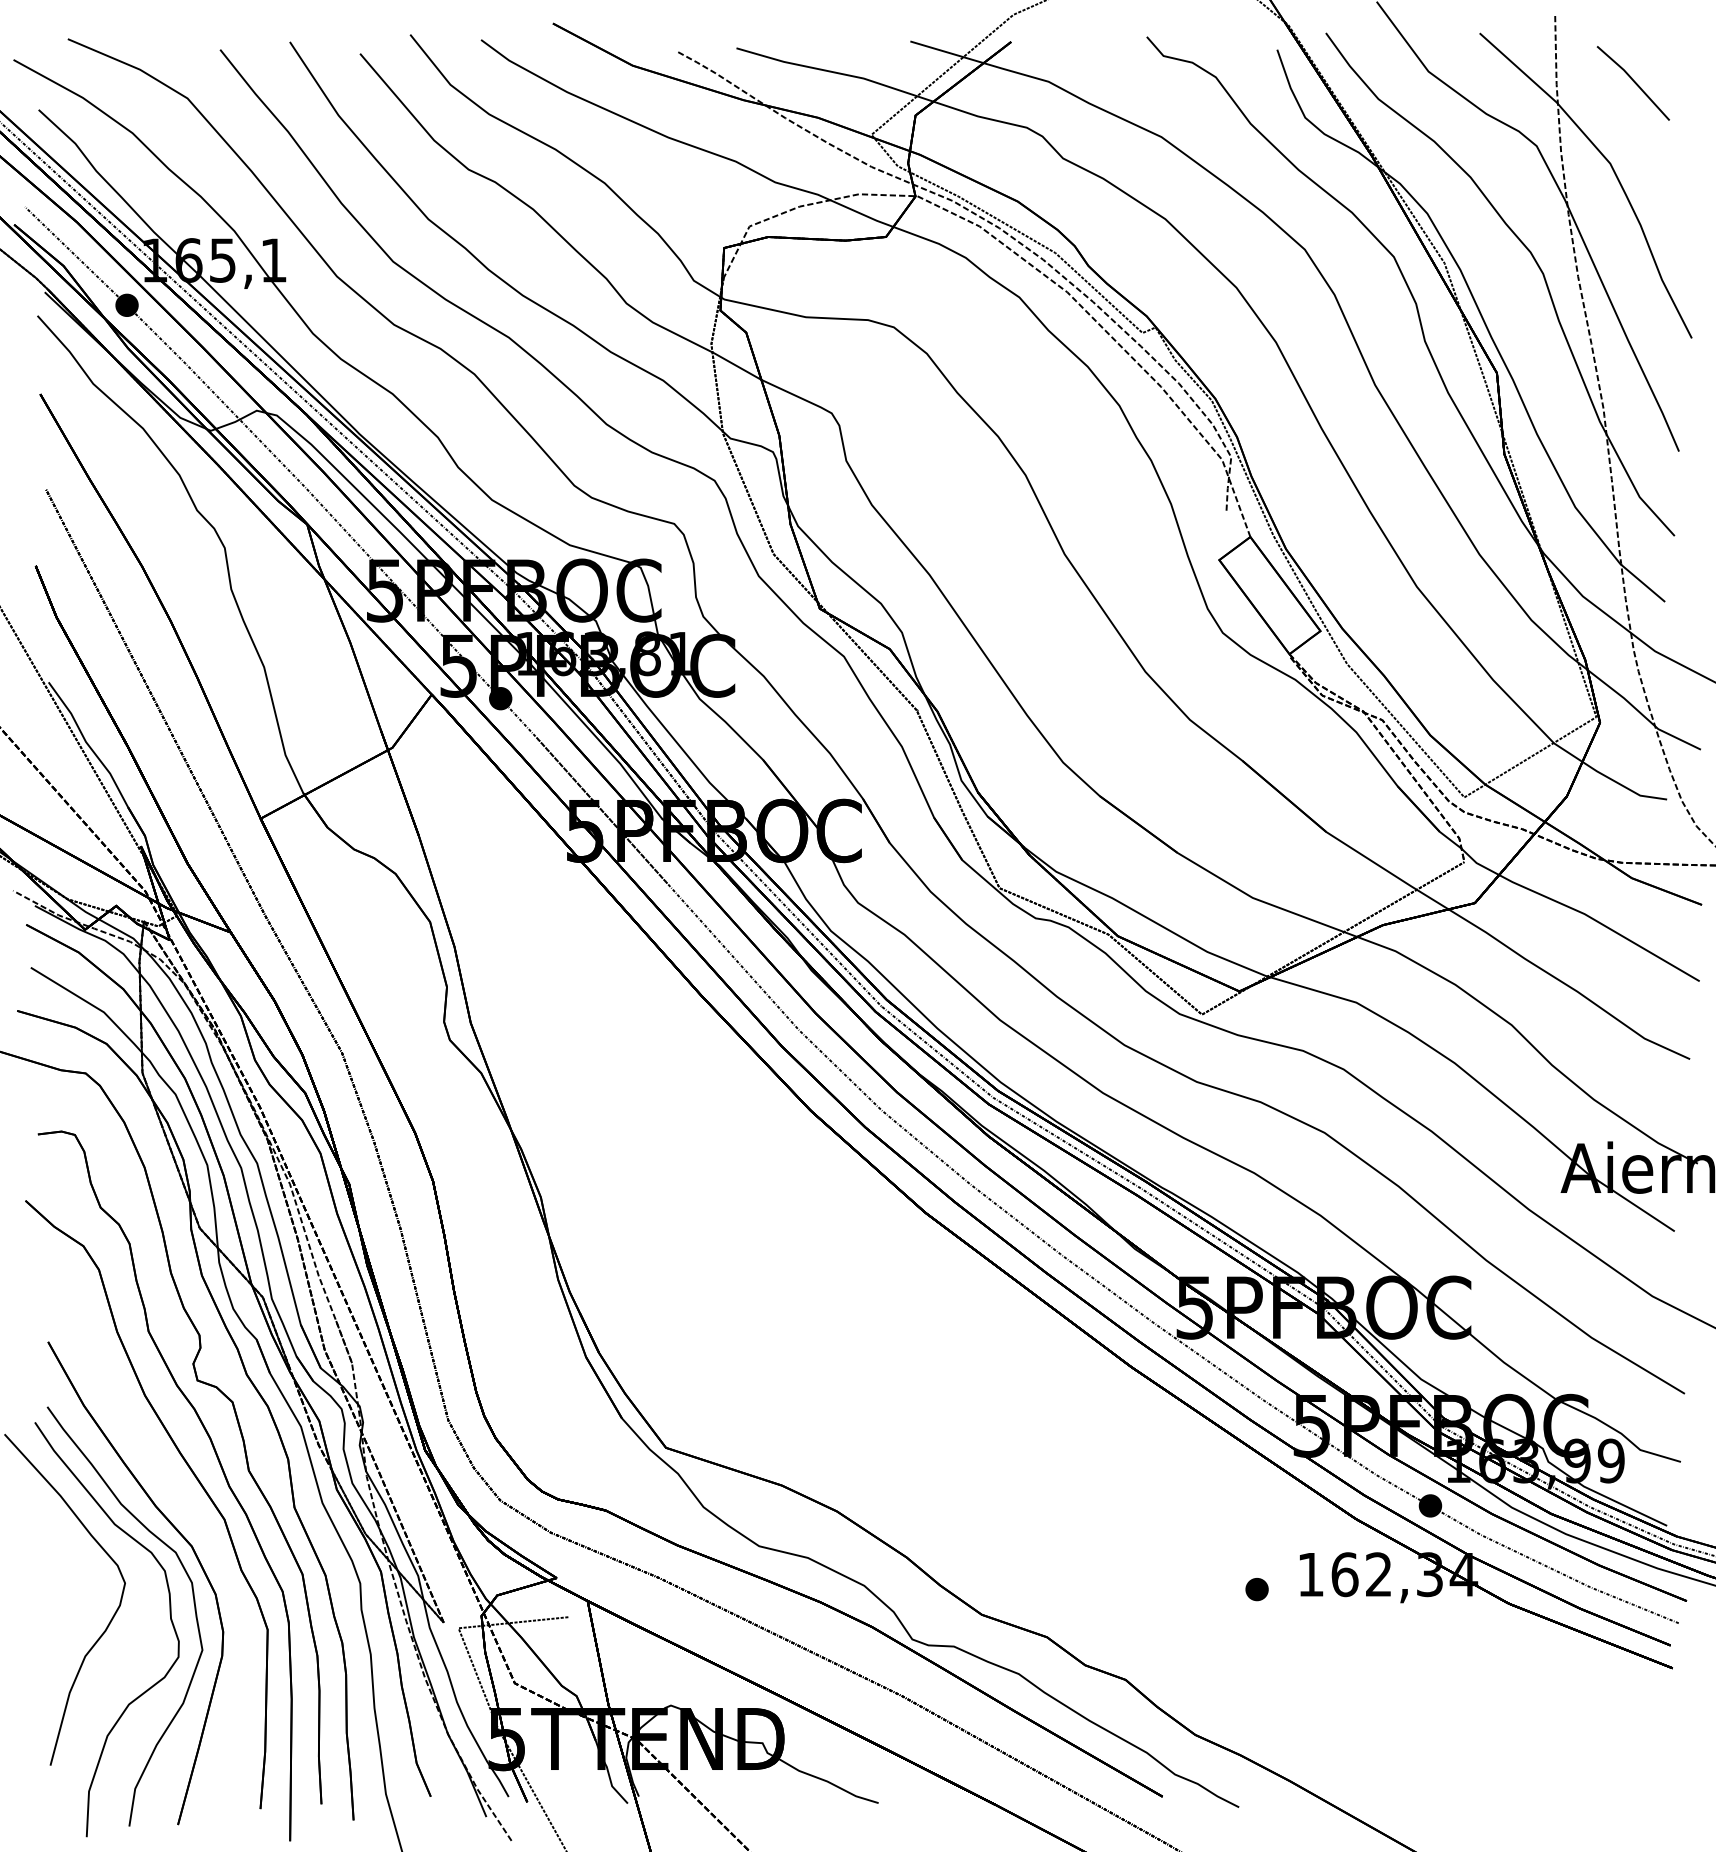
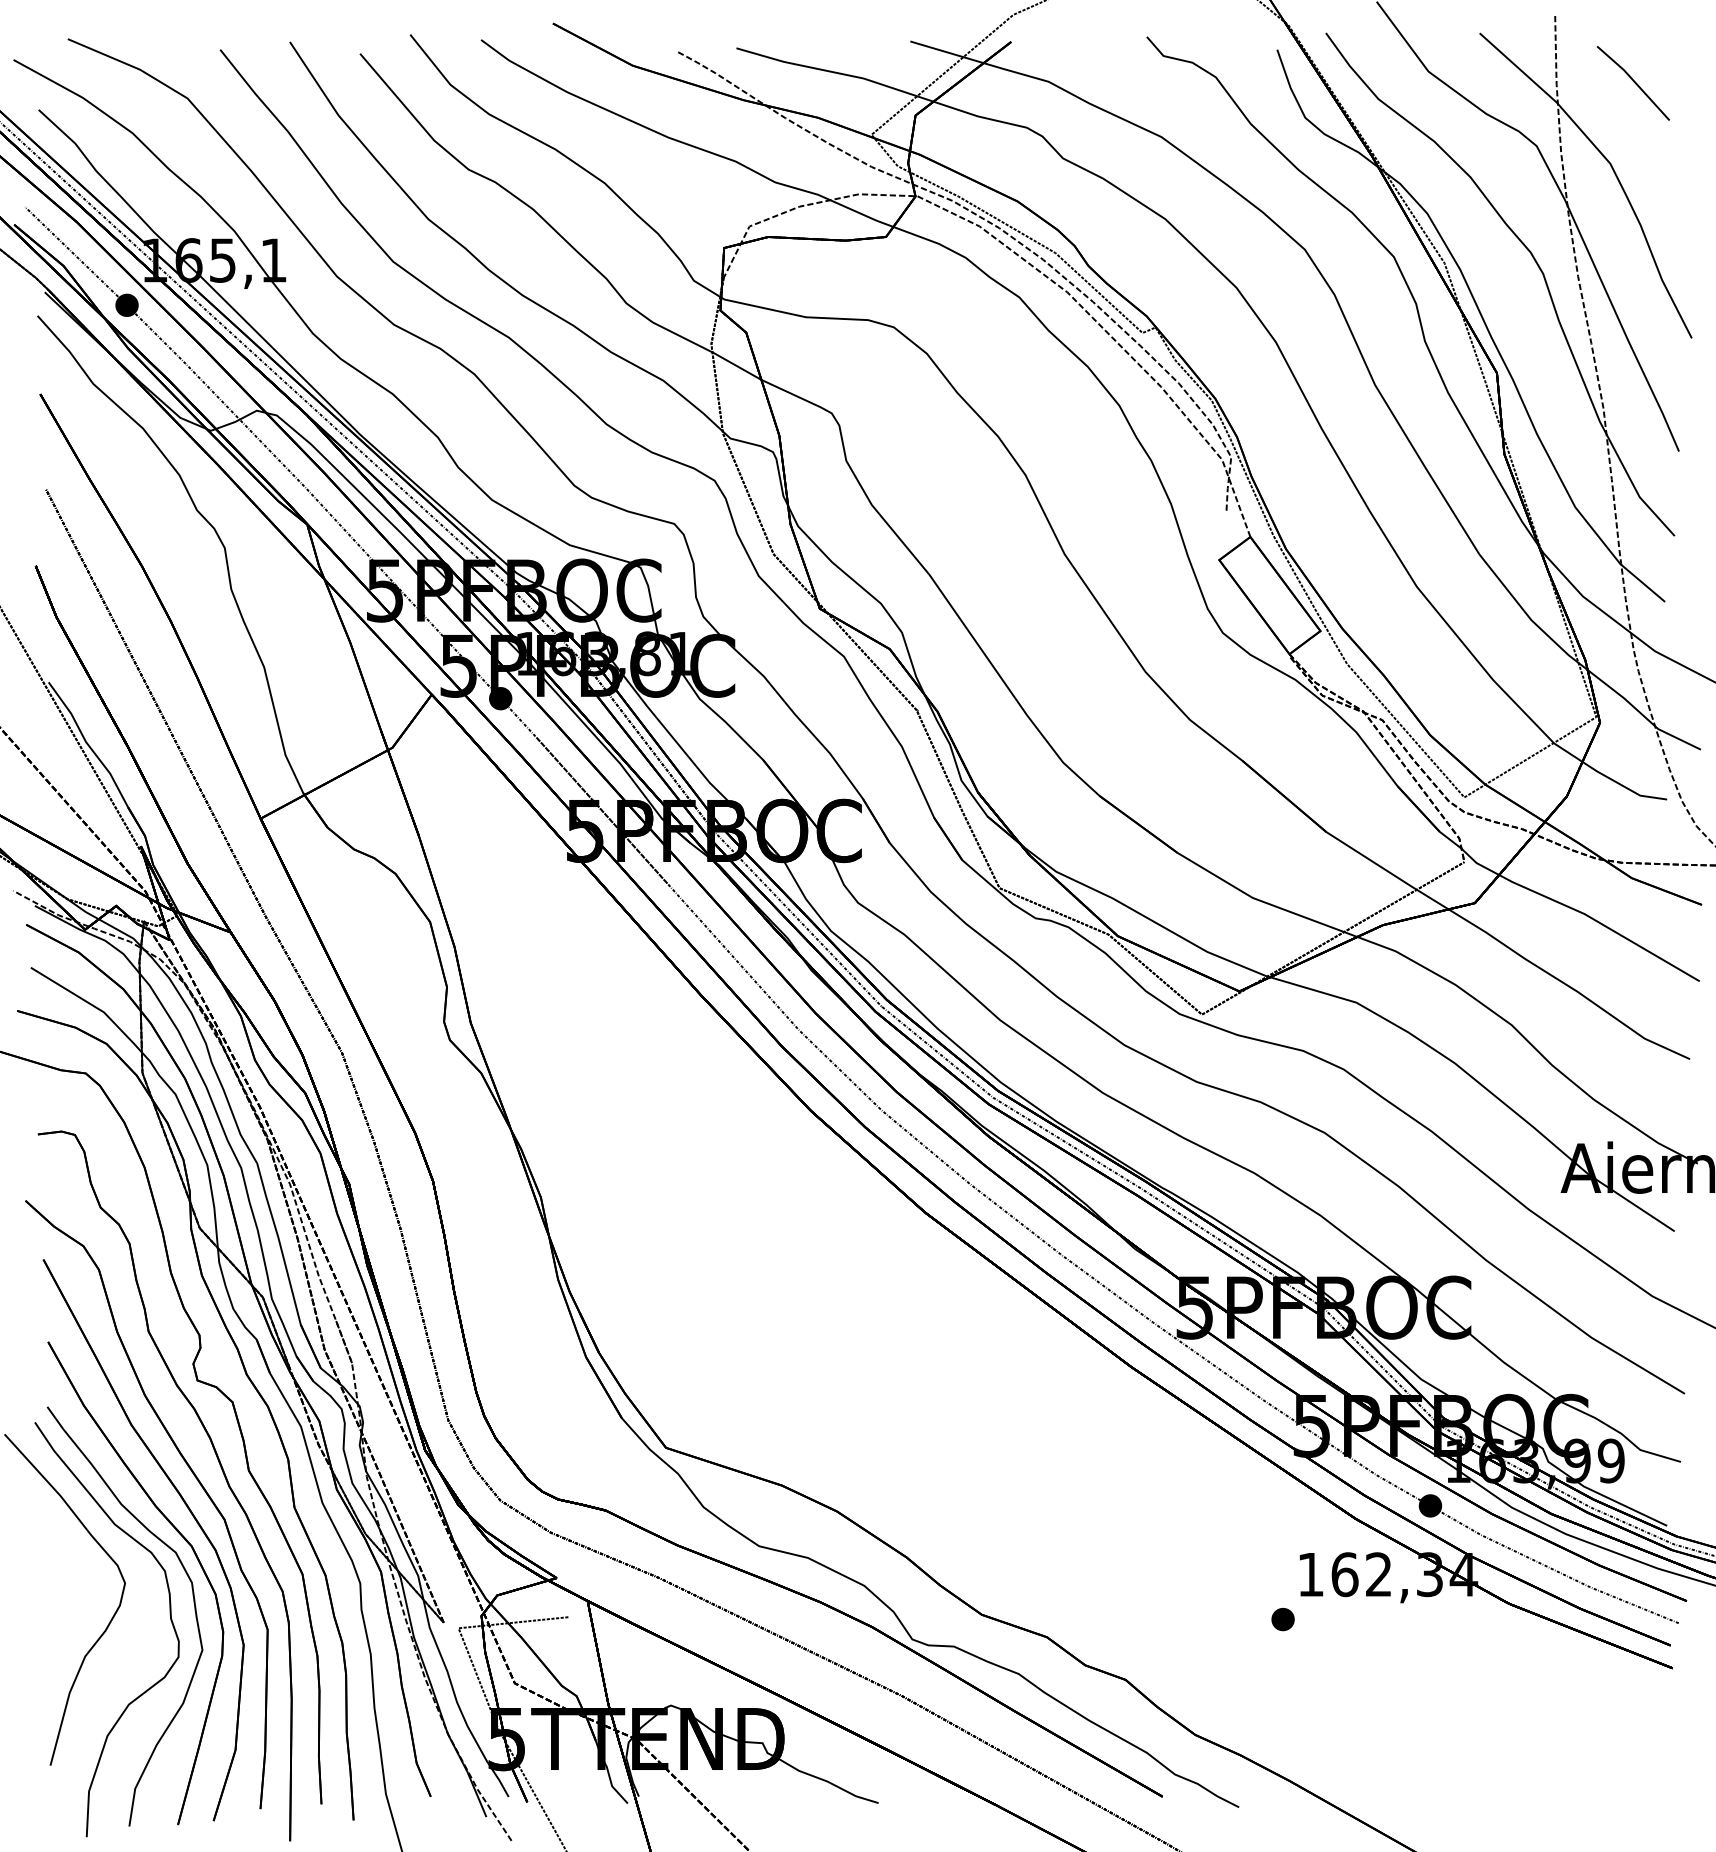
part at (188, 1510): none -> present
part at (1256, 1589) position: (1256, 1589) -> (1282, 1619)
